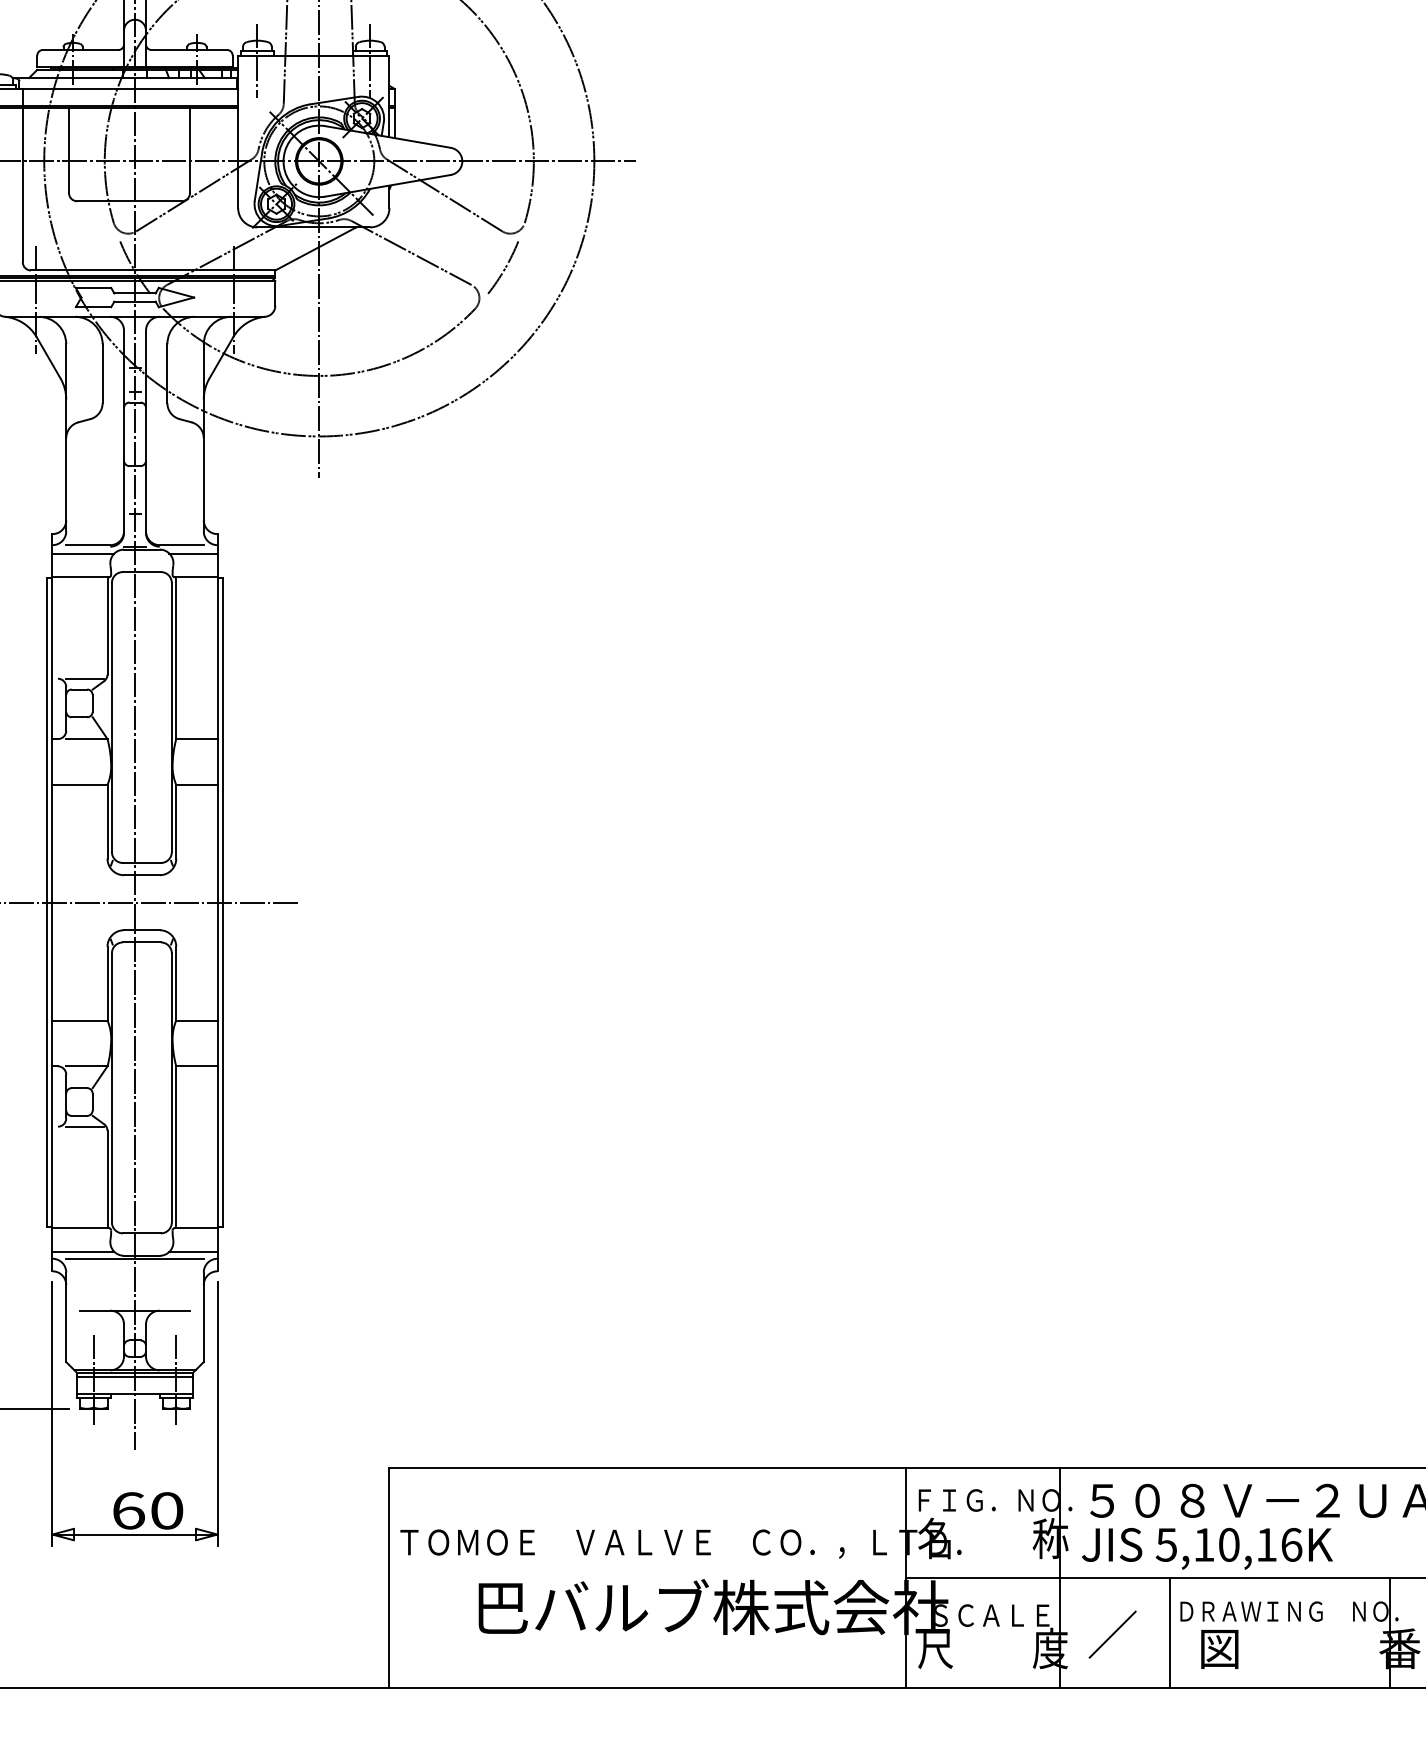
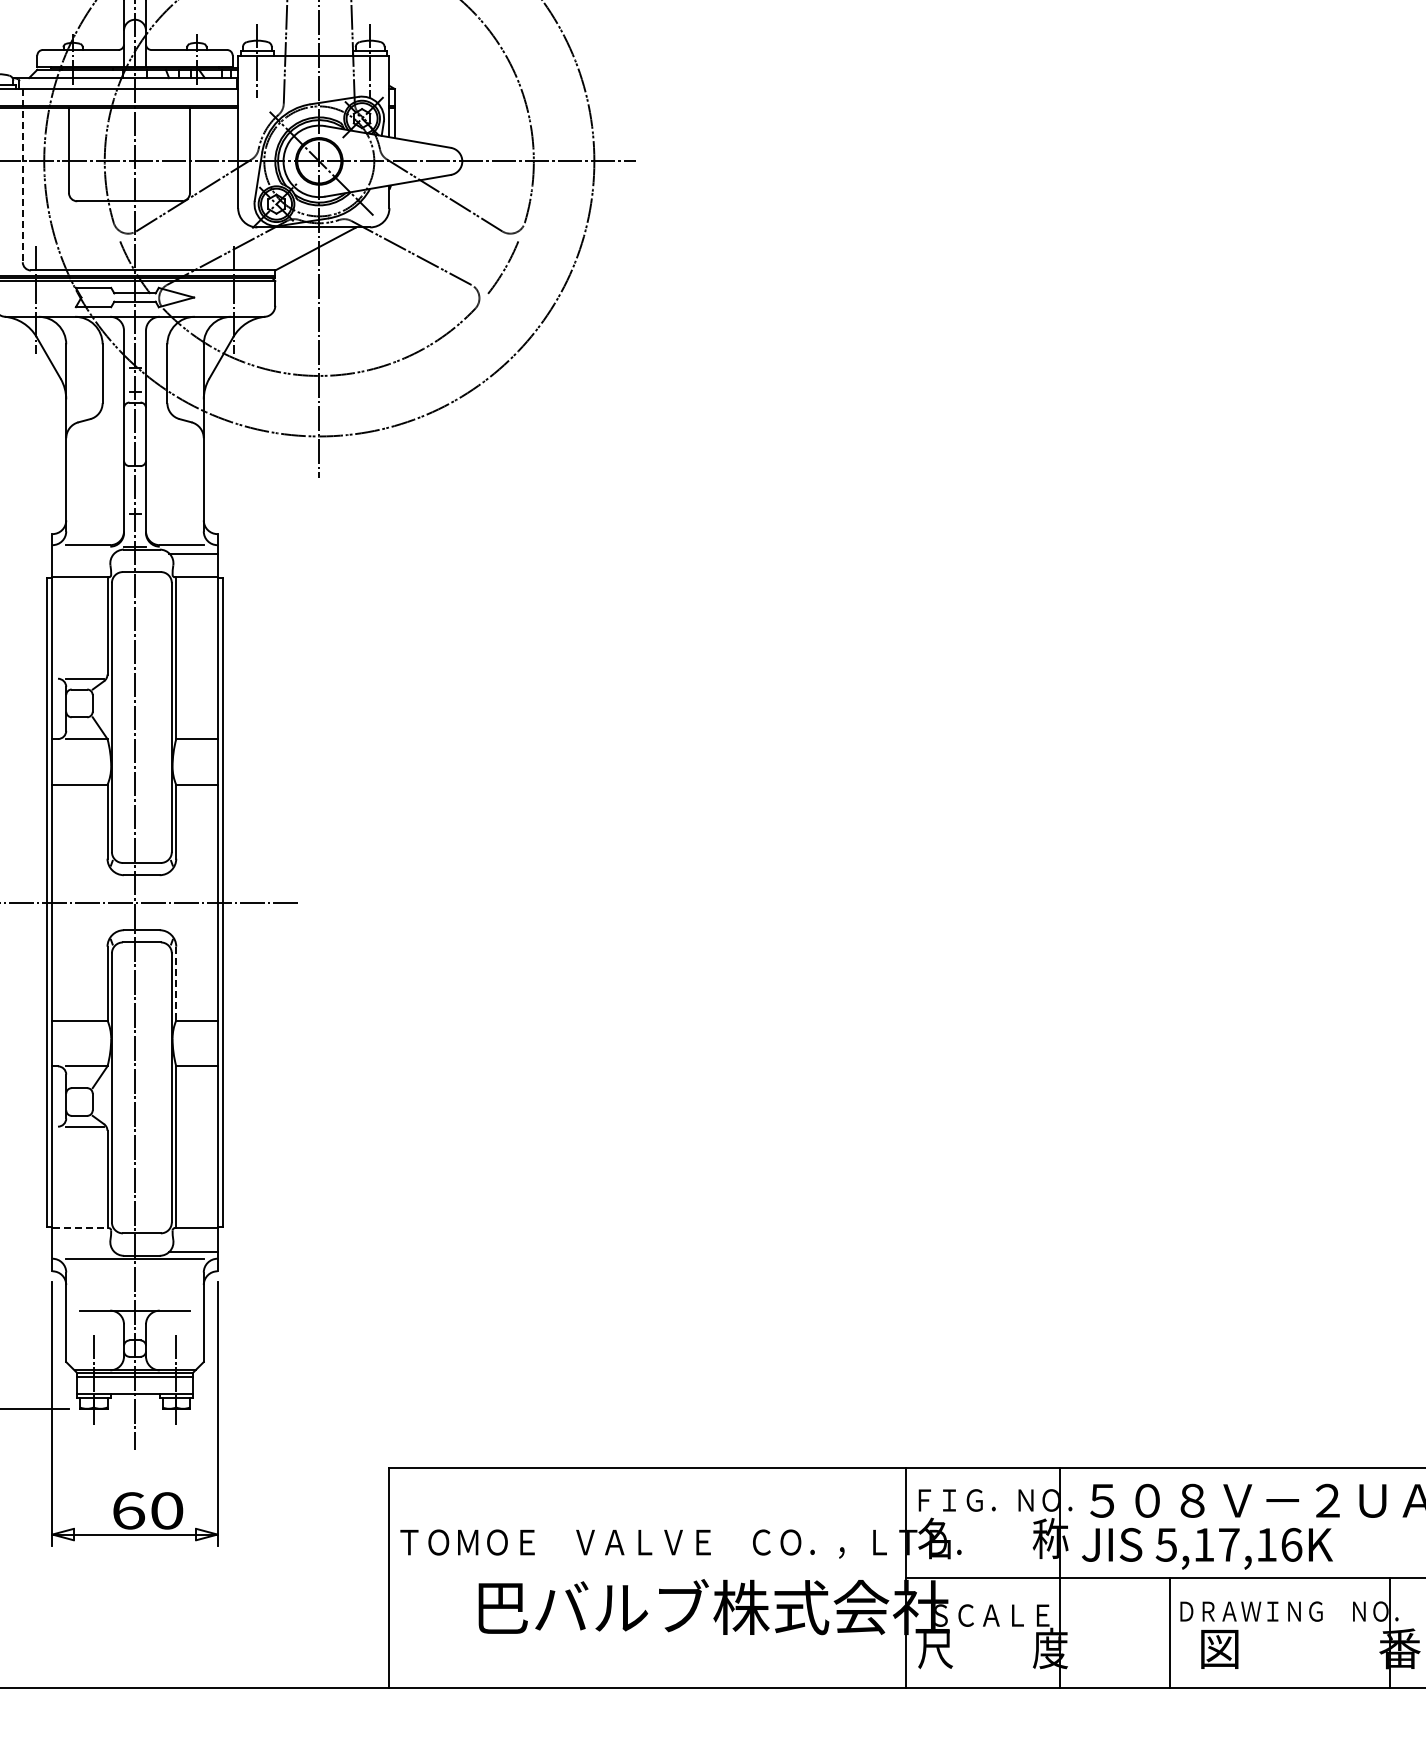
line at (22, 175): solid -> dashed
line at (83, 553): present -> none
line at (176, 983): solid -> dashed
line at (81, 1228): solid -> dashed
line at (83, 1251): present -> none
text at (1229, 1544): 5,10,16K -> 5,17,16K
line at (1112, 1634): present -> none
